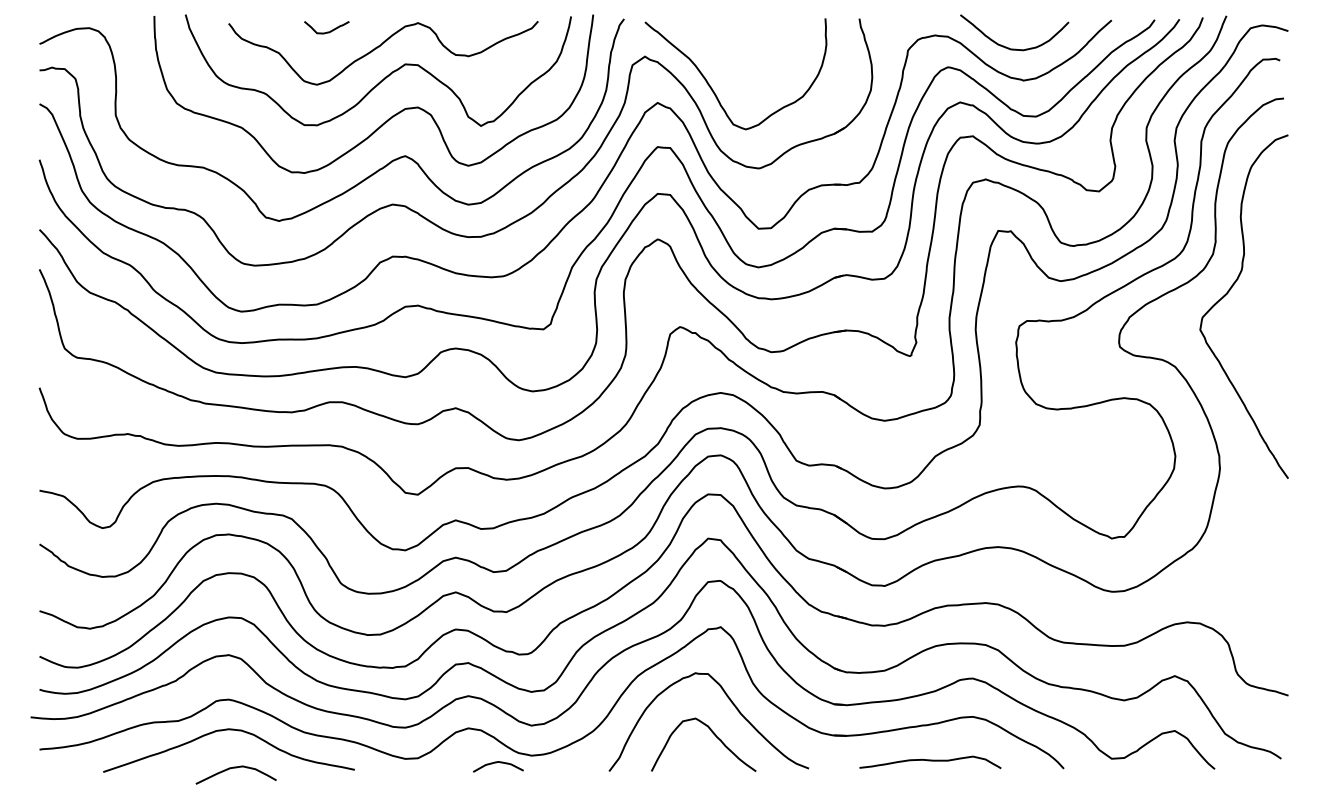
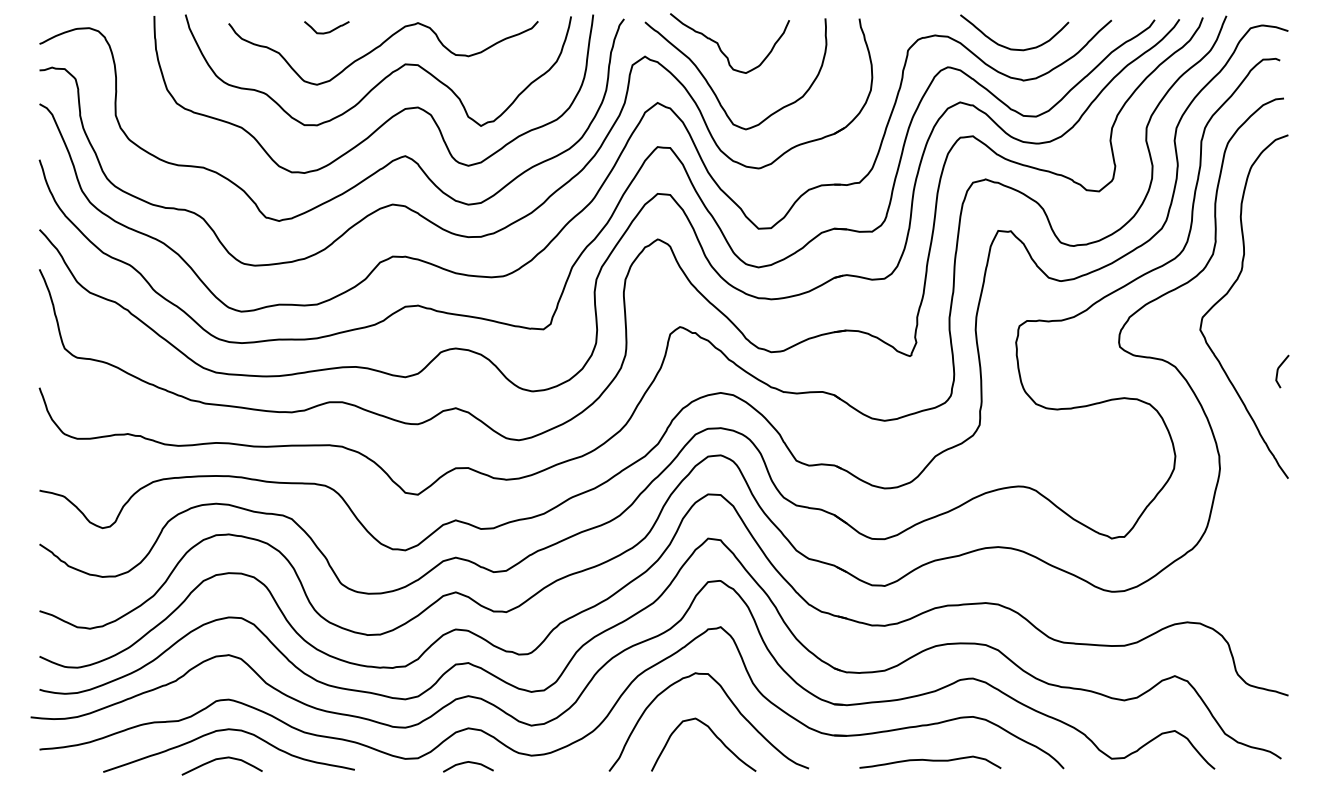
curve at (720, 47): none -> present
line at (1278, 371): none -> present
curve at (496, 763) position: (496, 763) -> (466, 763)
curve at (235, 768) position: (235, 768) -> (221, 759)
